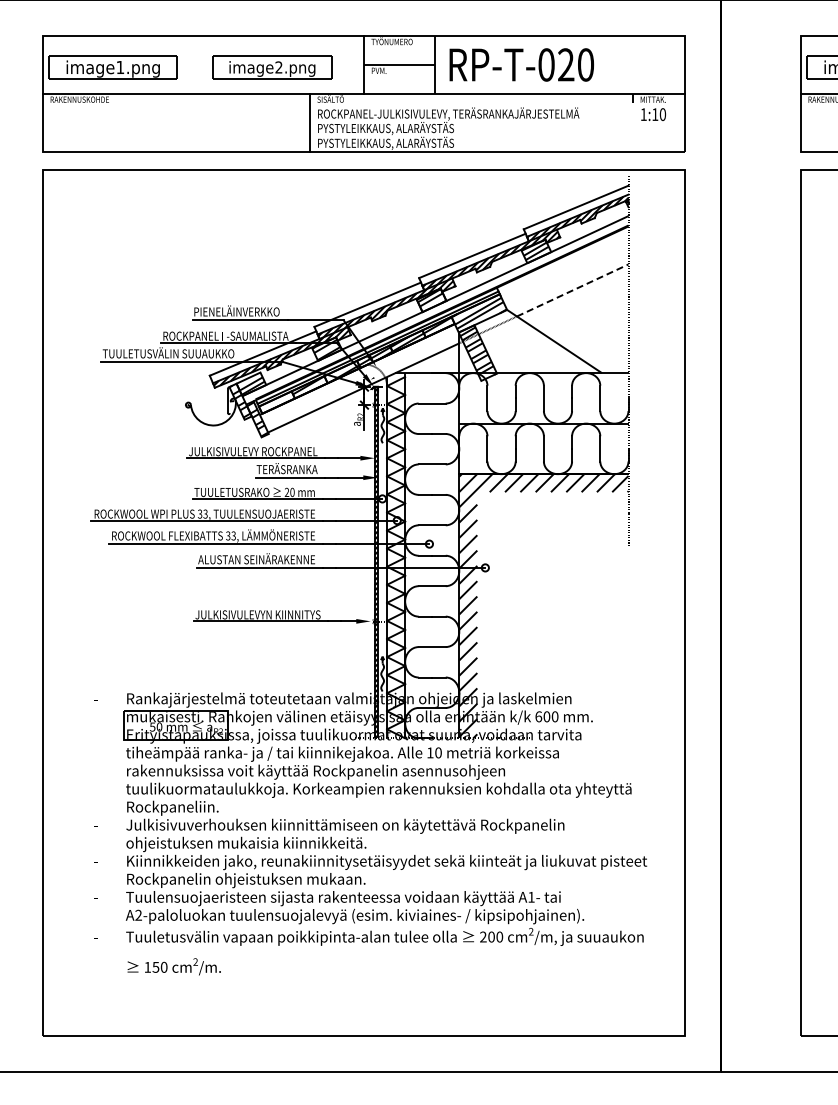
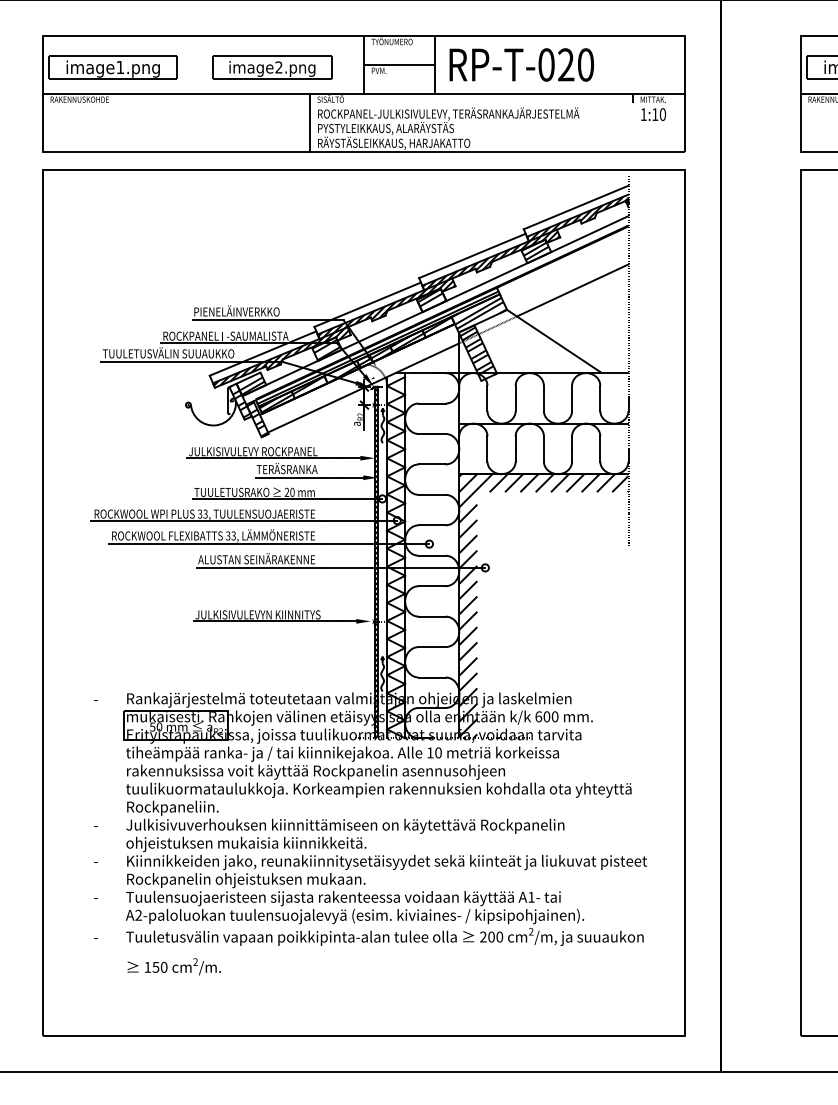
text at (394, 142): PYSTYLEIKKAUS, ALARÄYSTÄS -> RÄYSTÄSLEIKKAUS, HARJAKATTO
line at (572, 290): dashed -> solid
hatch at (276, 403): none -> present
